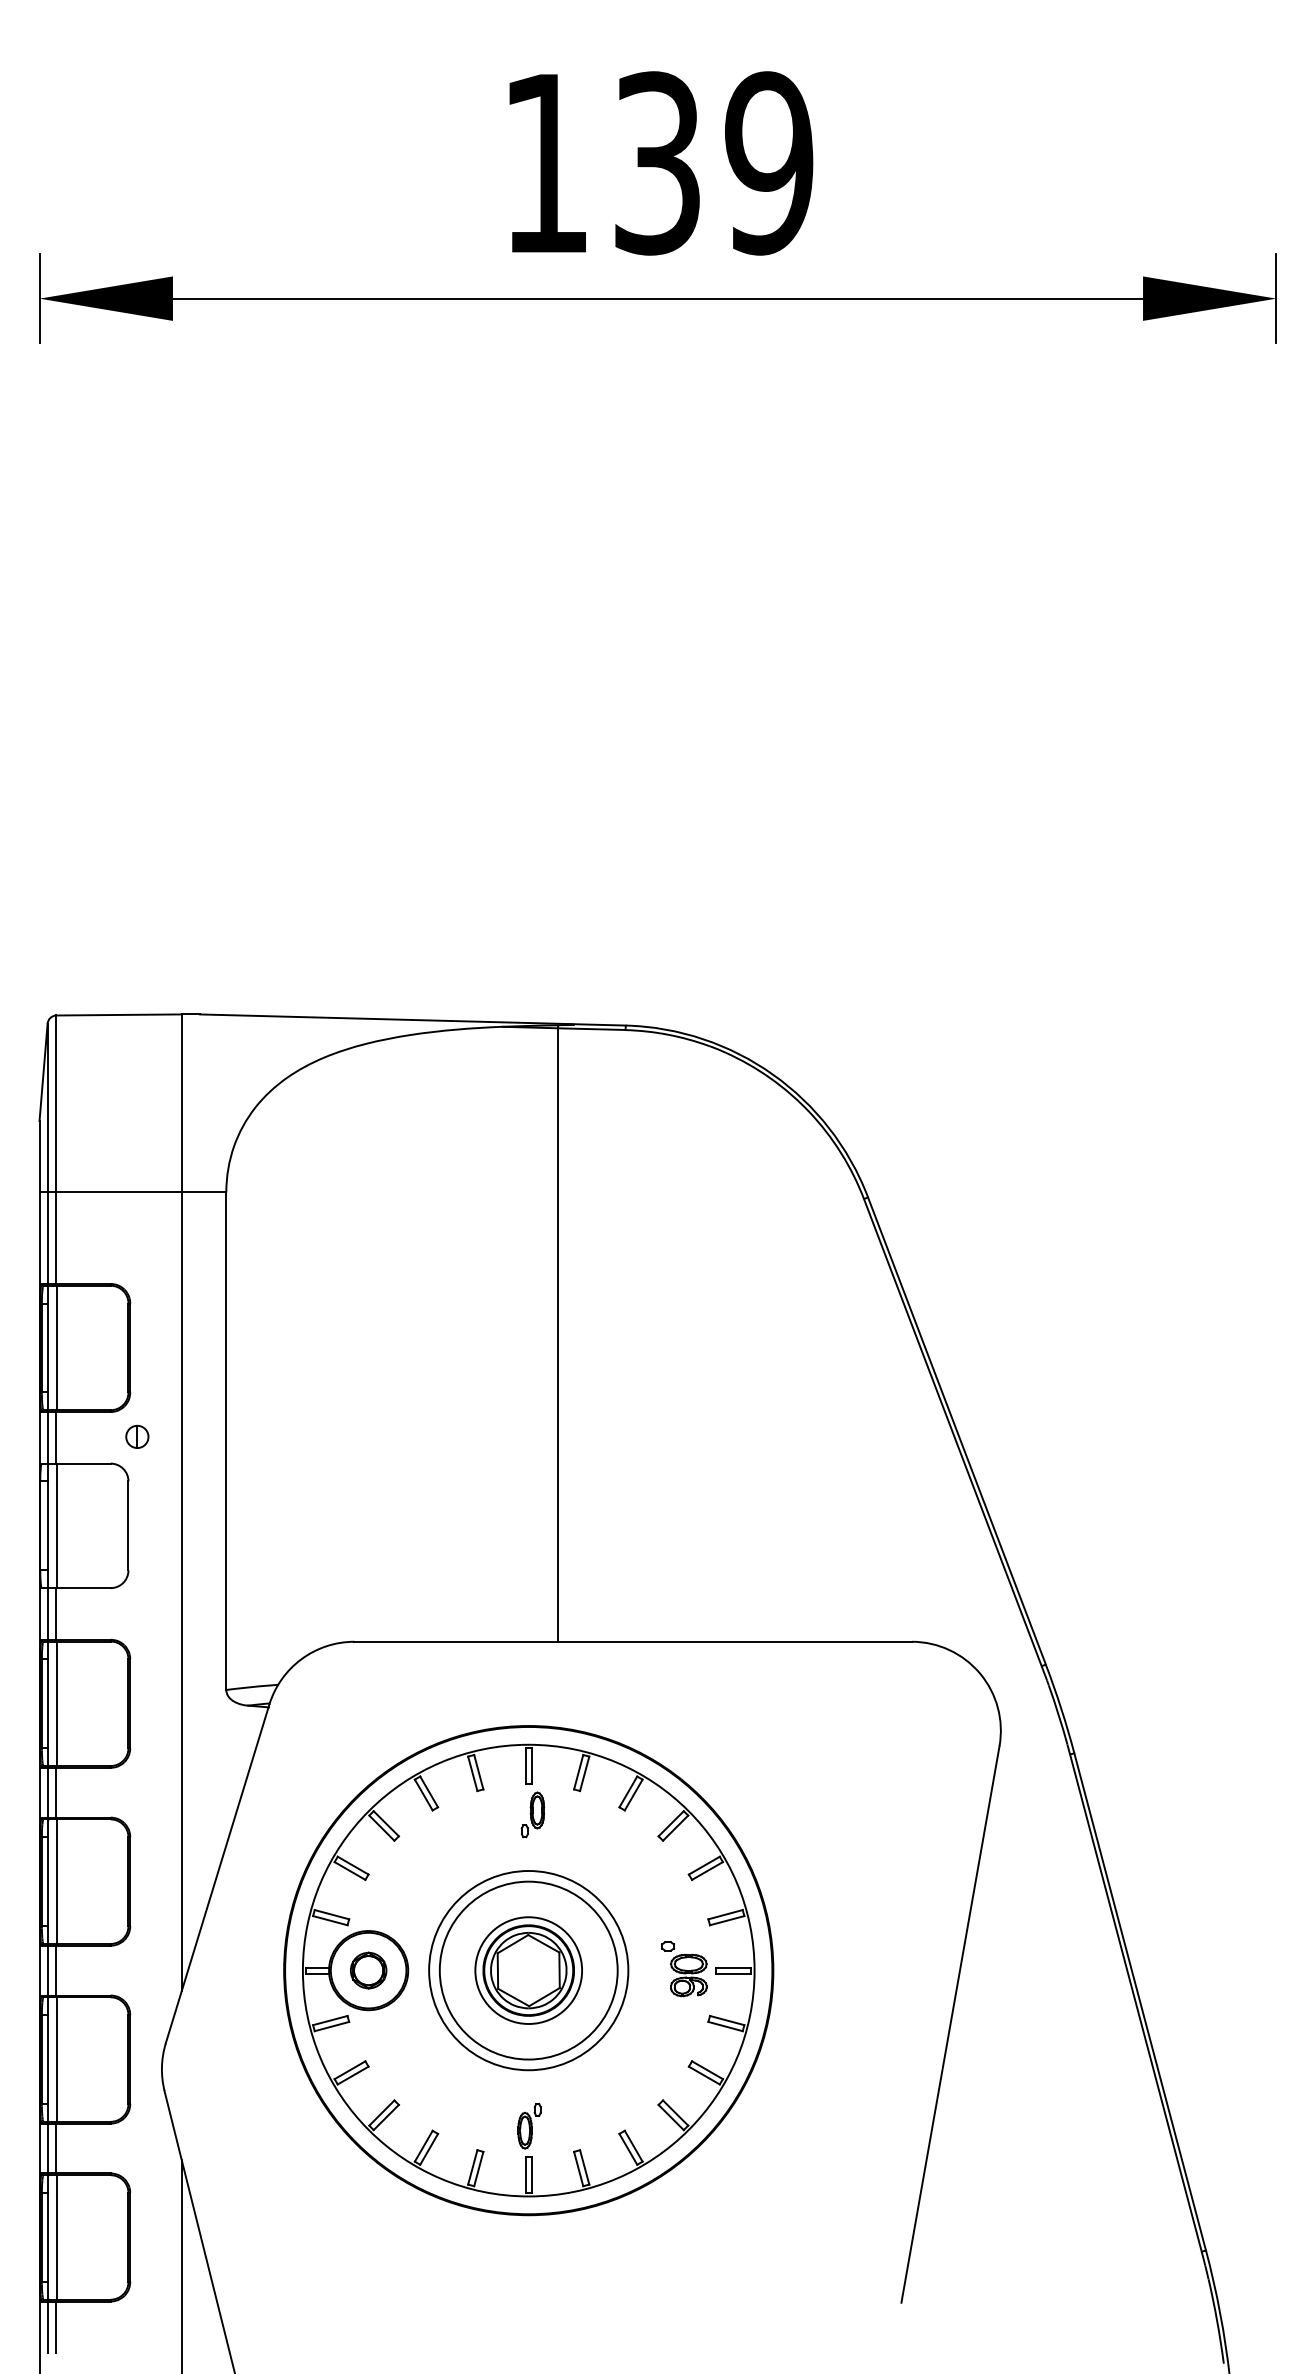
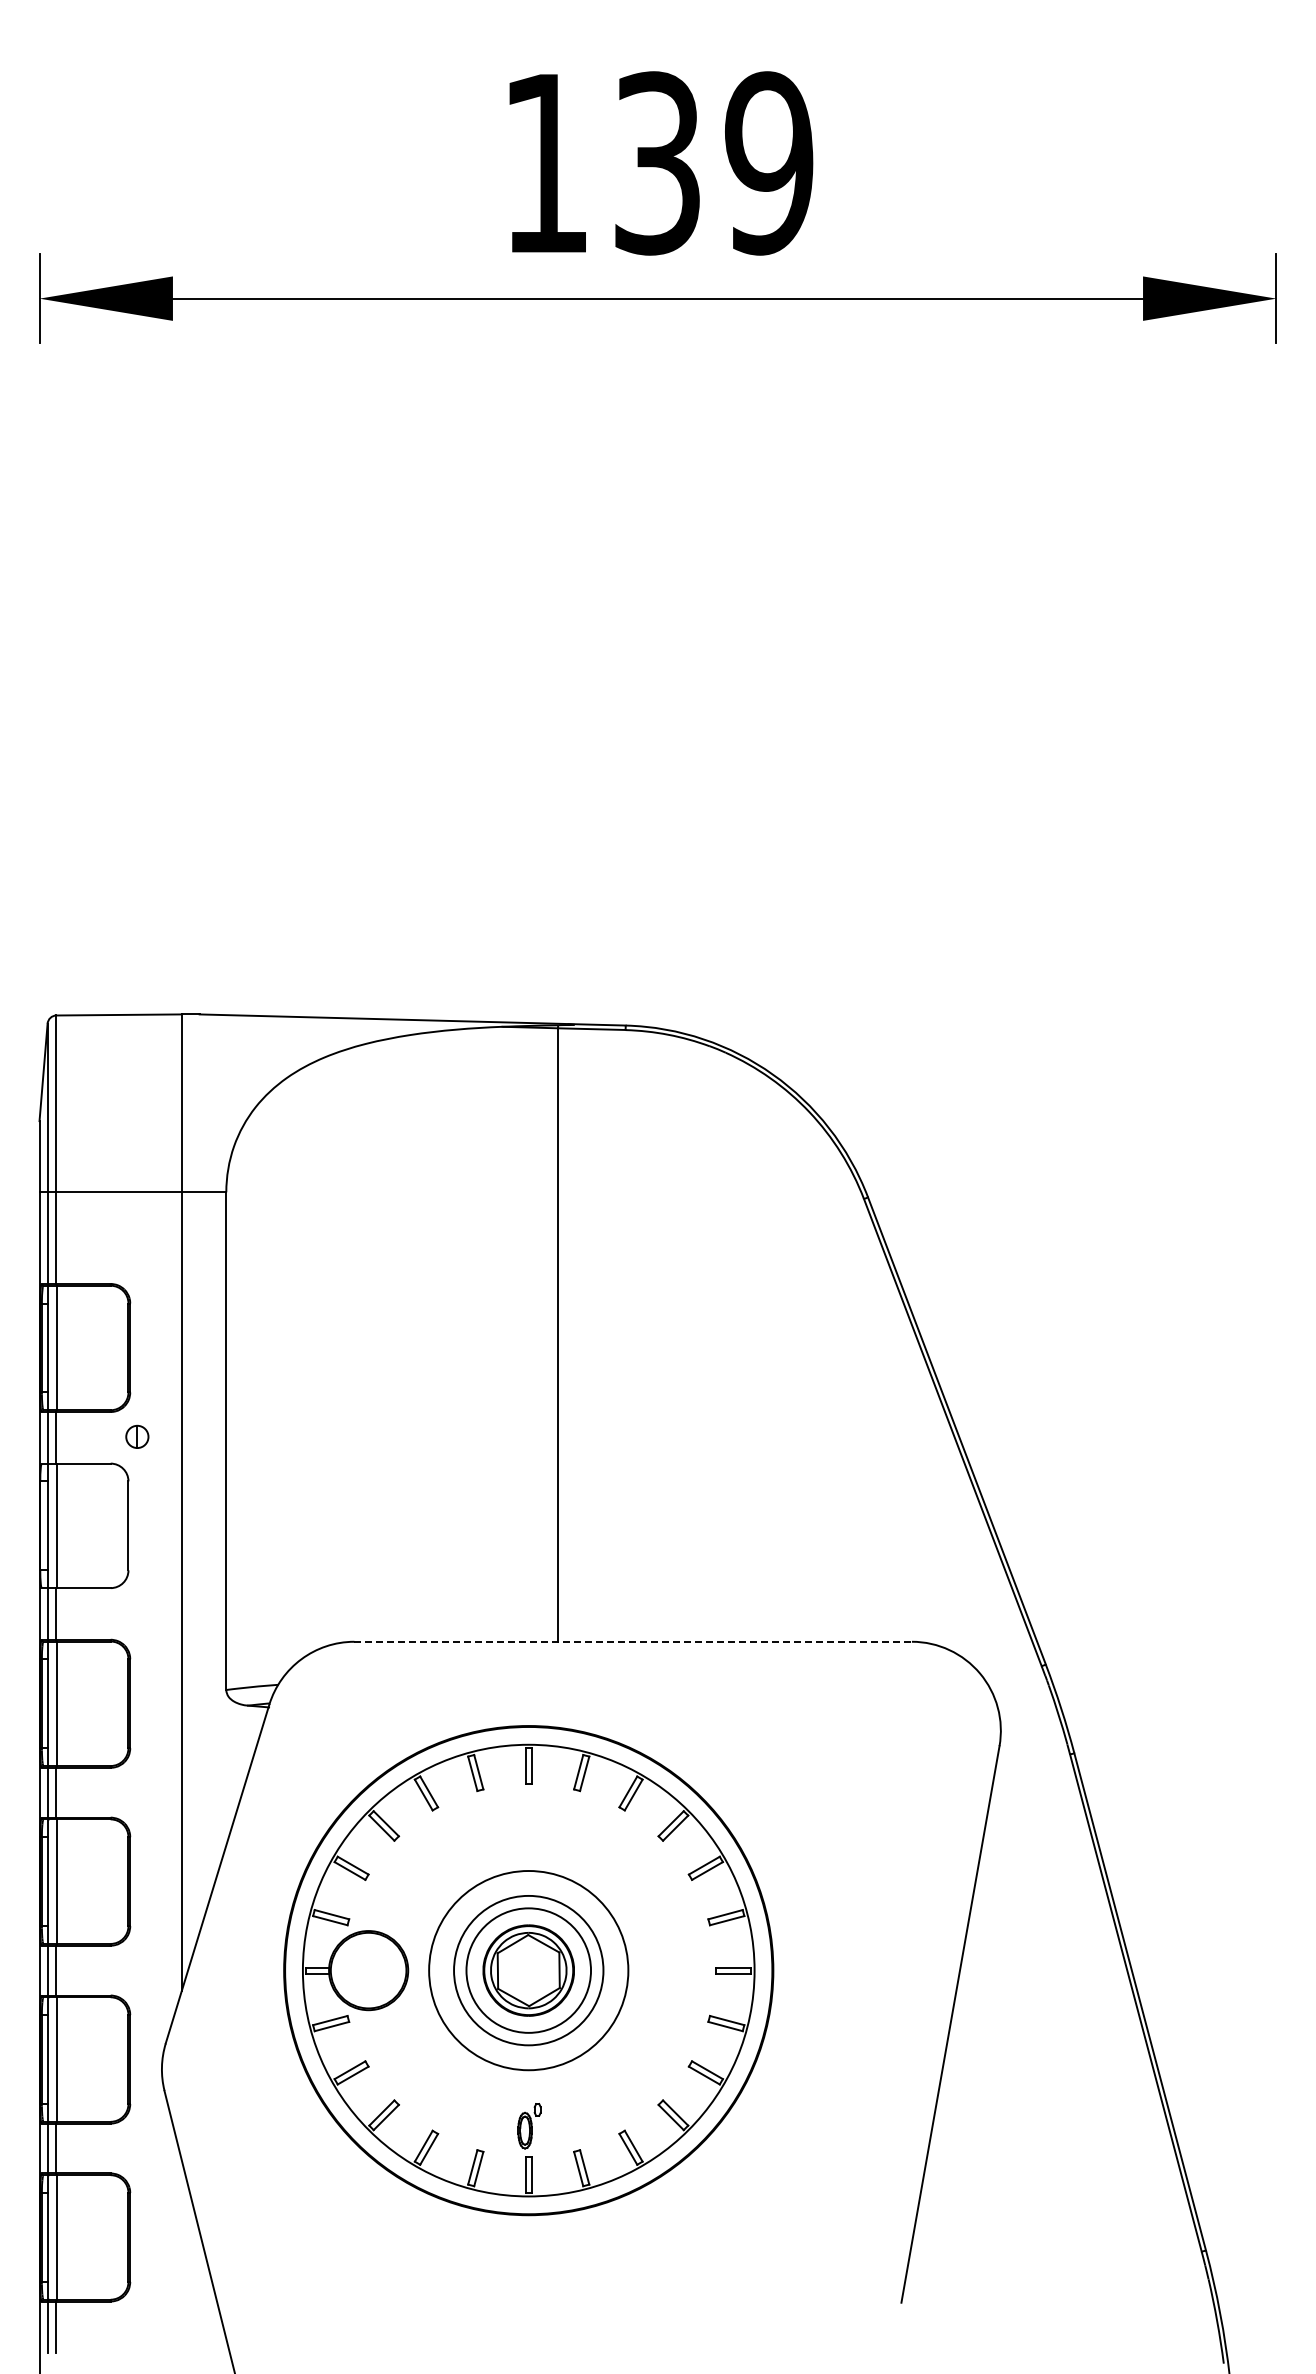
line at (633, 1641): solid -> dashed
part at (532, 1814): present -> none
part at (684, 1969): present -> none
part at (368, 1970): present -> none
circle at (528, 1970) diameter: 107 px -> 149 px
circle at (528, 1970) diameter: 178 px -> 125 px
line at (181, 2265): present -> none
